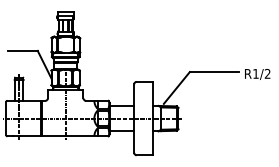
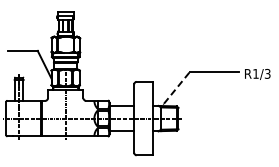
text at (267, 73): R1/2 -> R1/3
line at (177, 87): solid -> dashed
